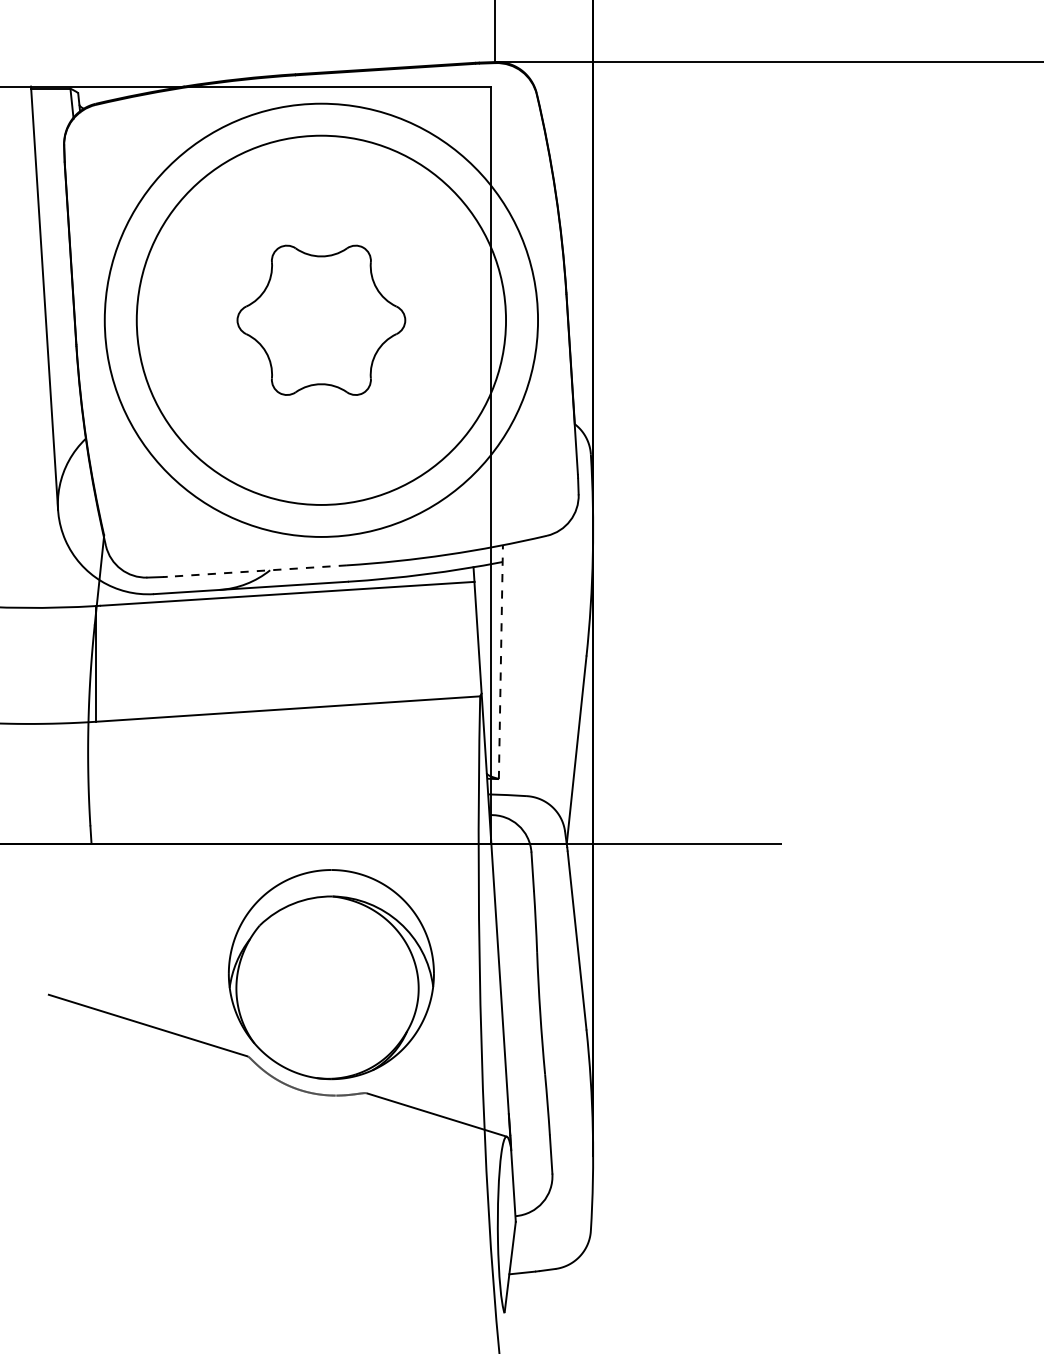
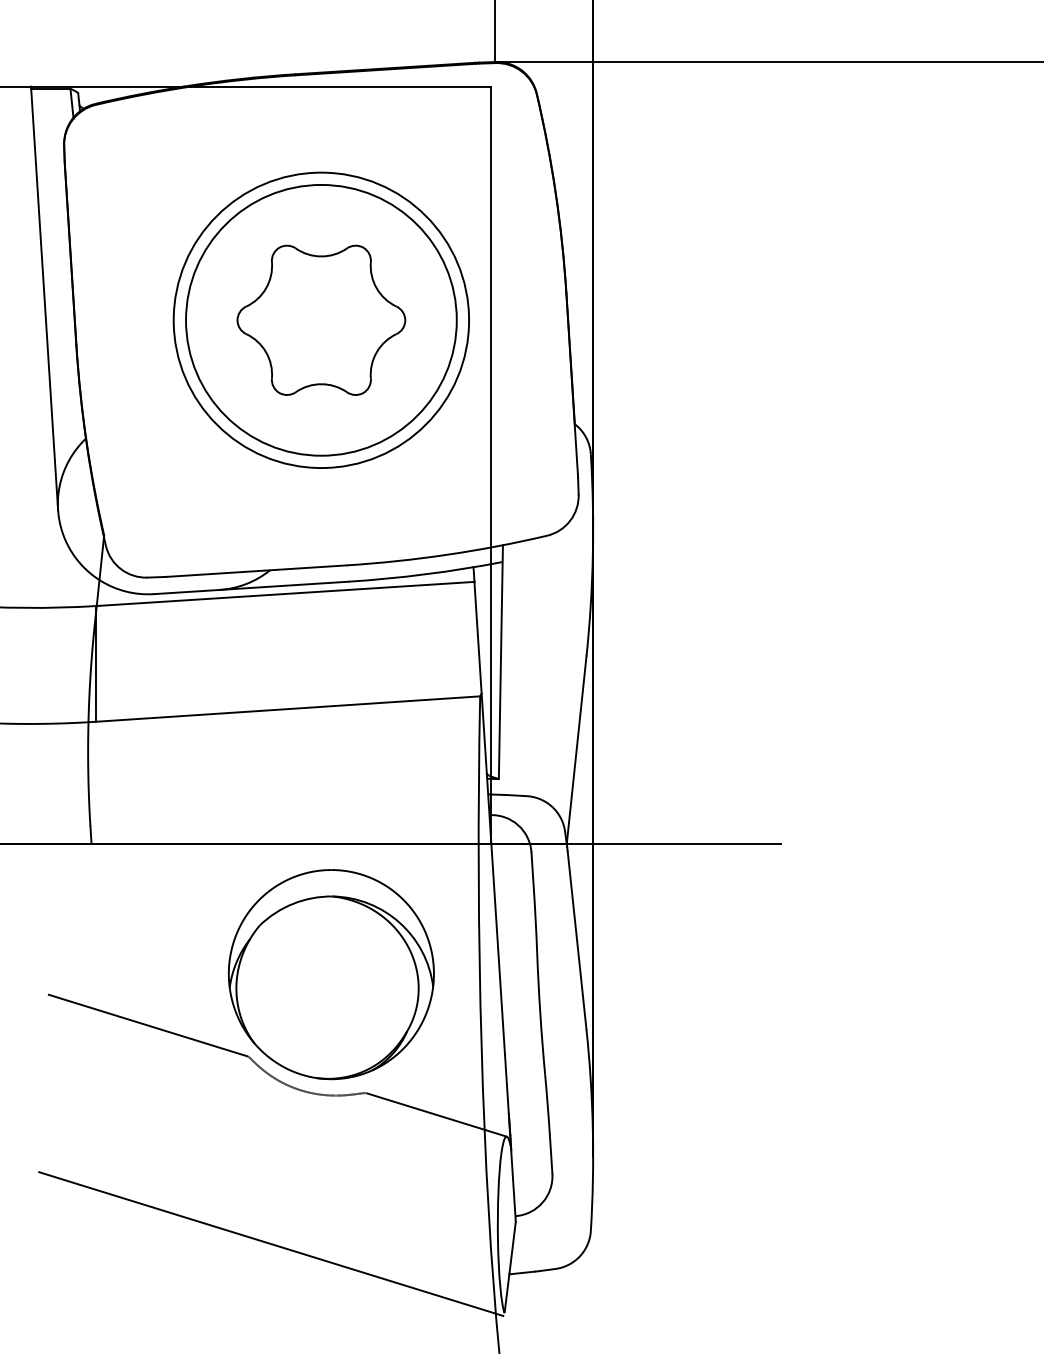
circle at (321, 319) diameter: 369 px -> 295 px
circle at (321, 319) diameter: 433 px -> 271 px
line at (257, 571): dashed -> solid
line at (500, 662): dashed -> solid
line at (253, 1238): none -> present
